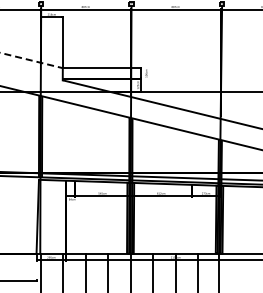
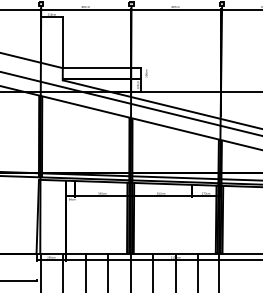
line at (31, 60): dashed -> solid
line at (130, 103): none -> present
